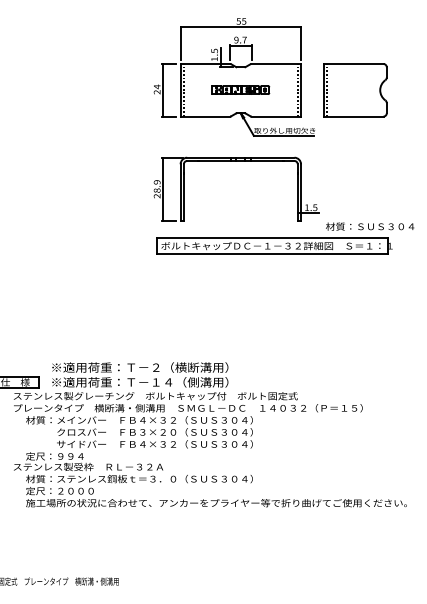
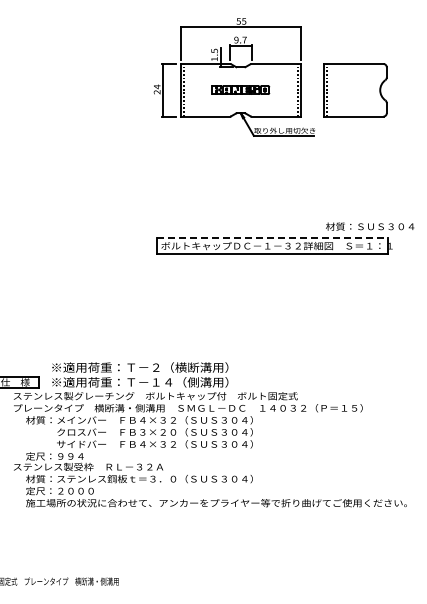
part at (236, 161): present -> none
line at (272, 238): solid -> dashed
